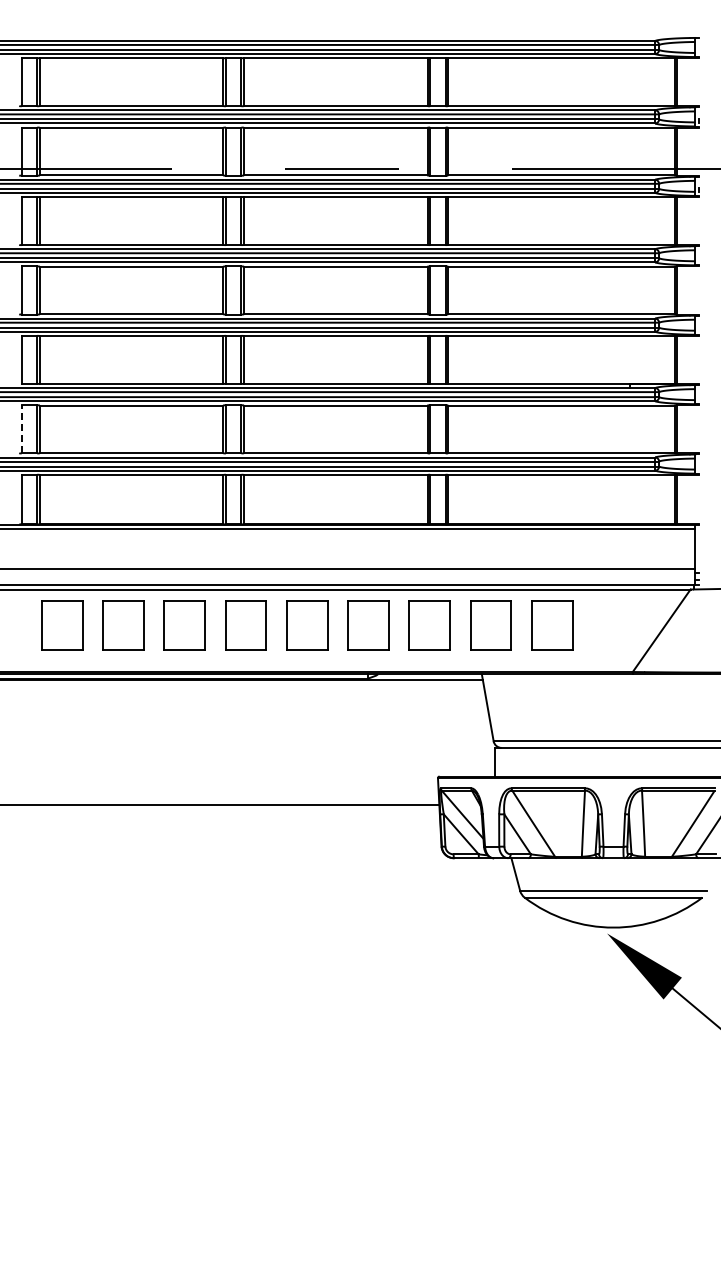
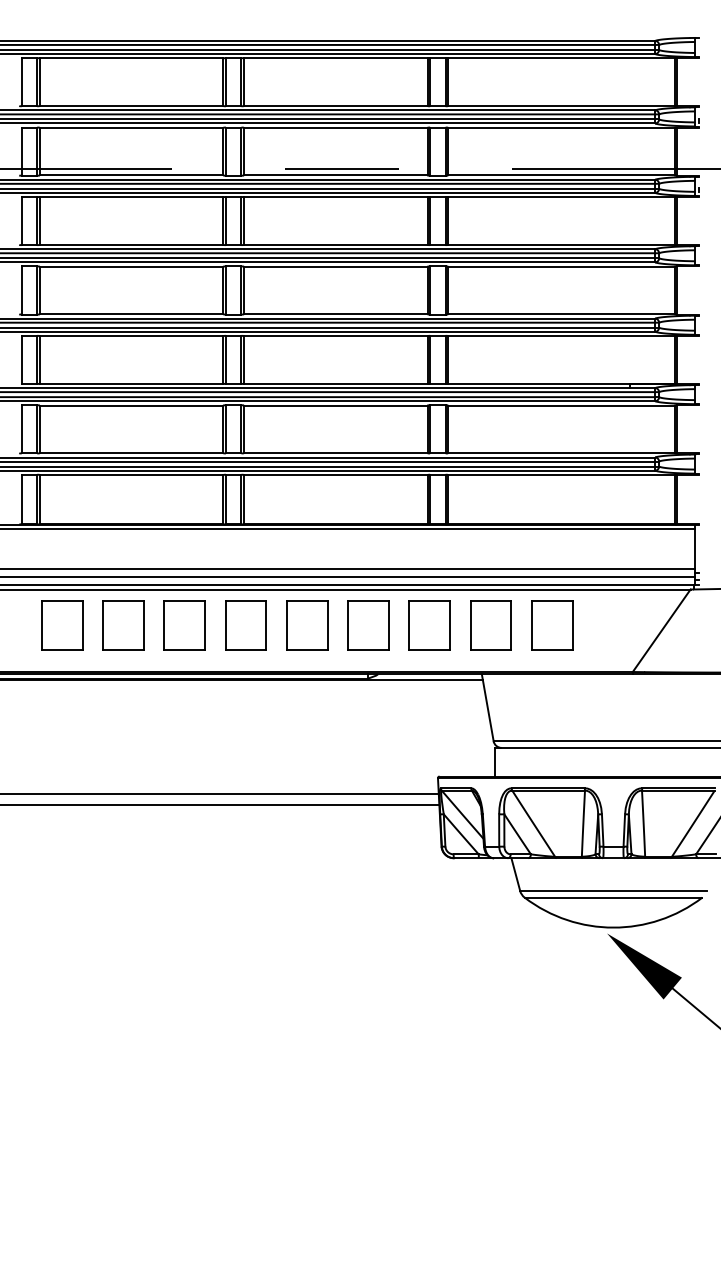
line at (21, 428): dashed -> solid
line at (348, 577): none -> present
line at (220, 794): none -> present
